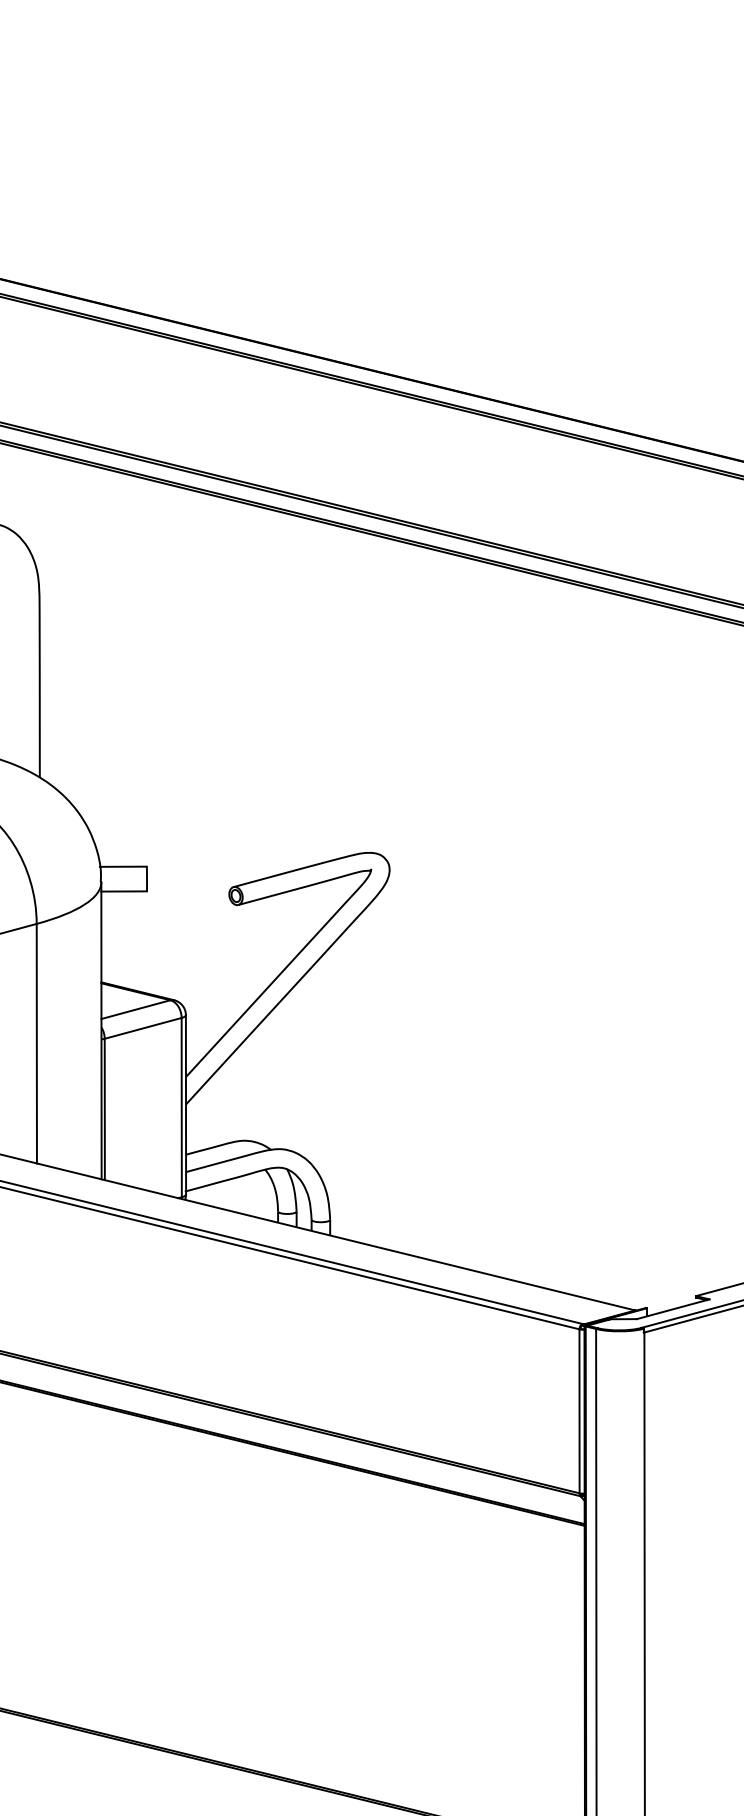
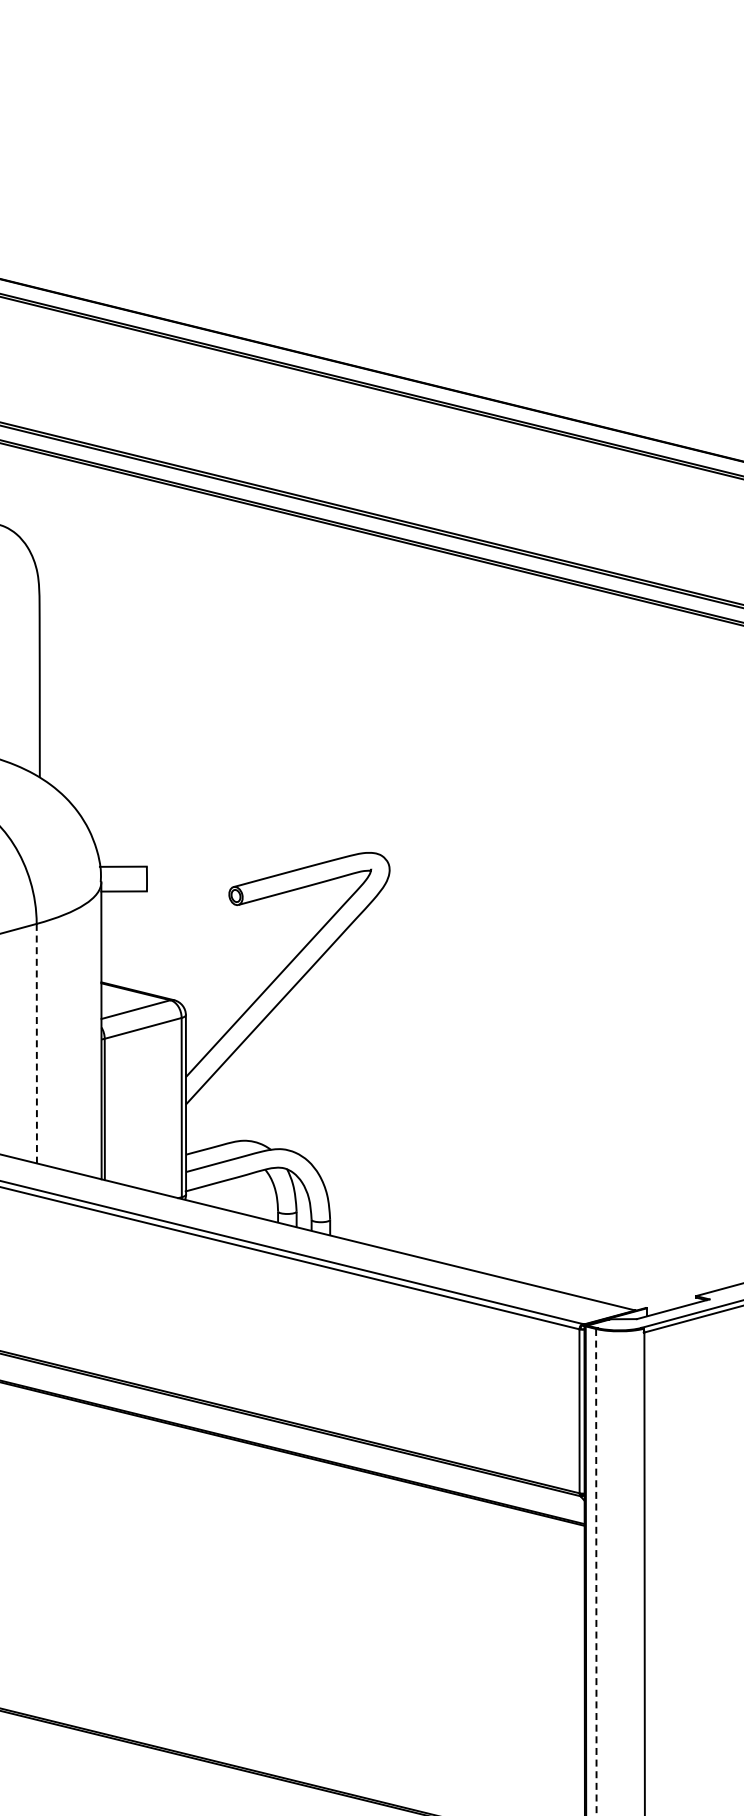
line at (36, 1043): solid -> dashed
line at (596, 1572): solid -> dashed
